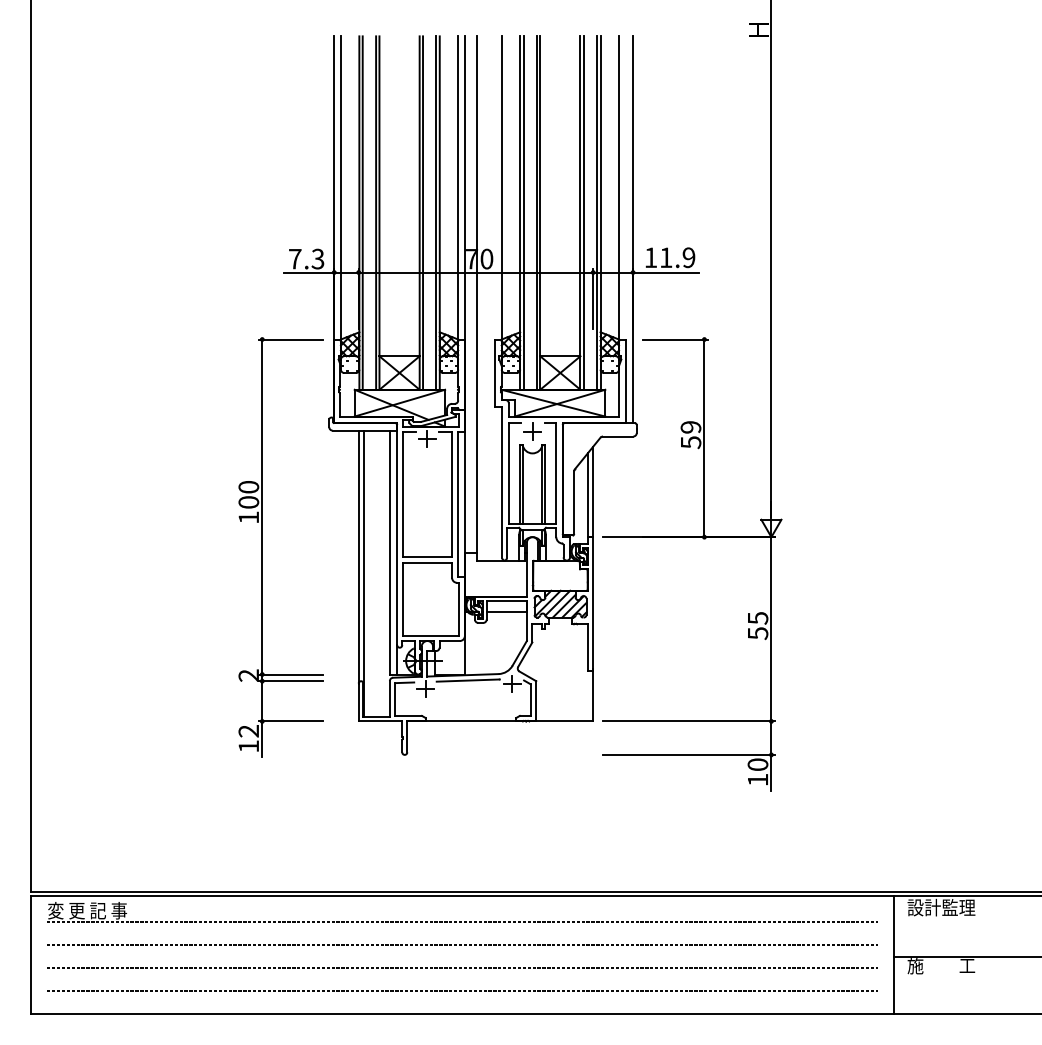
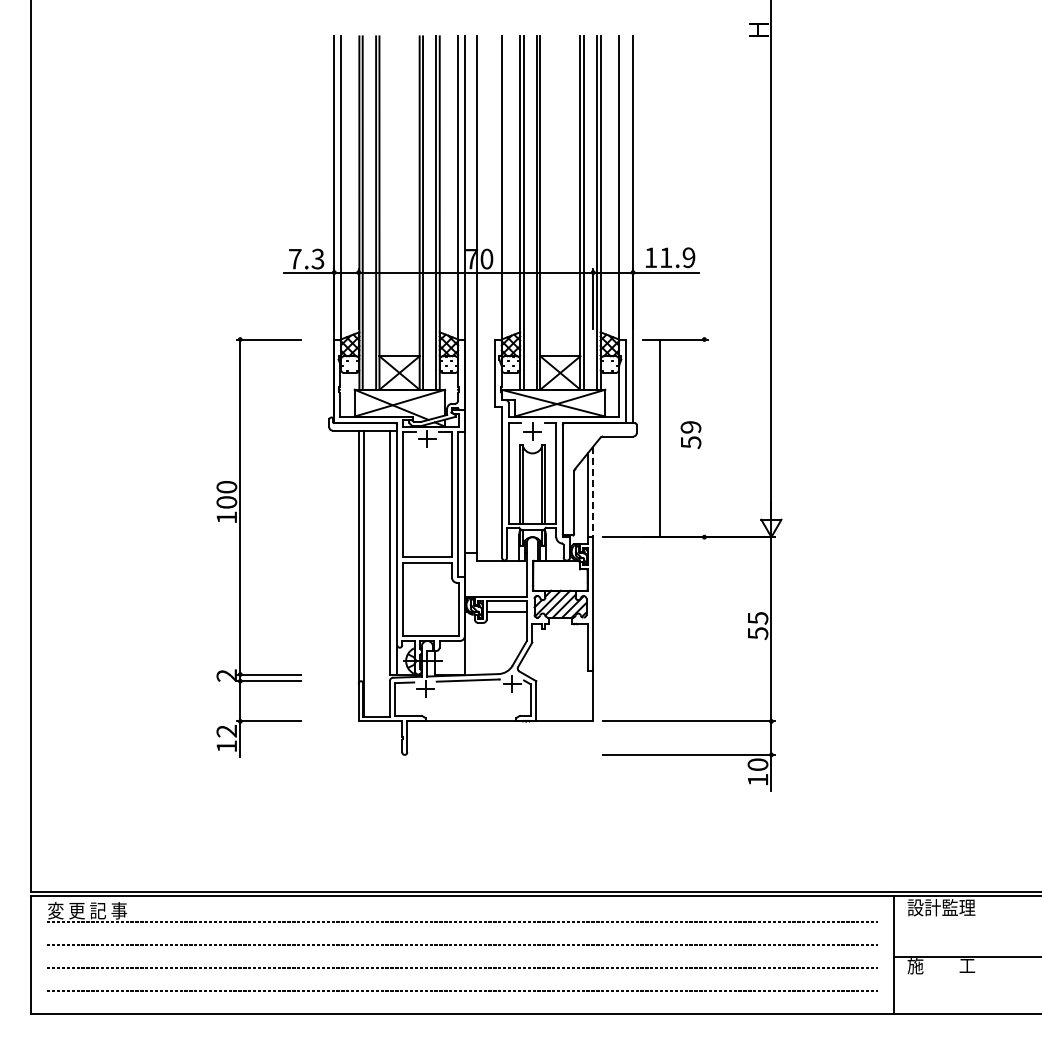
line at (704, 438) position: (704, 438) -> (660, 438)
line at (593, 492): solid -> dashed
part at (262, 547) position: (262, 547) -> (240, 547)
